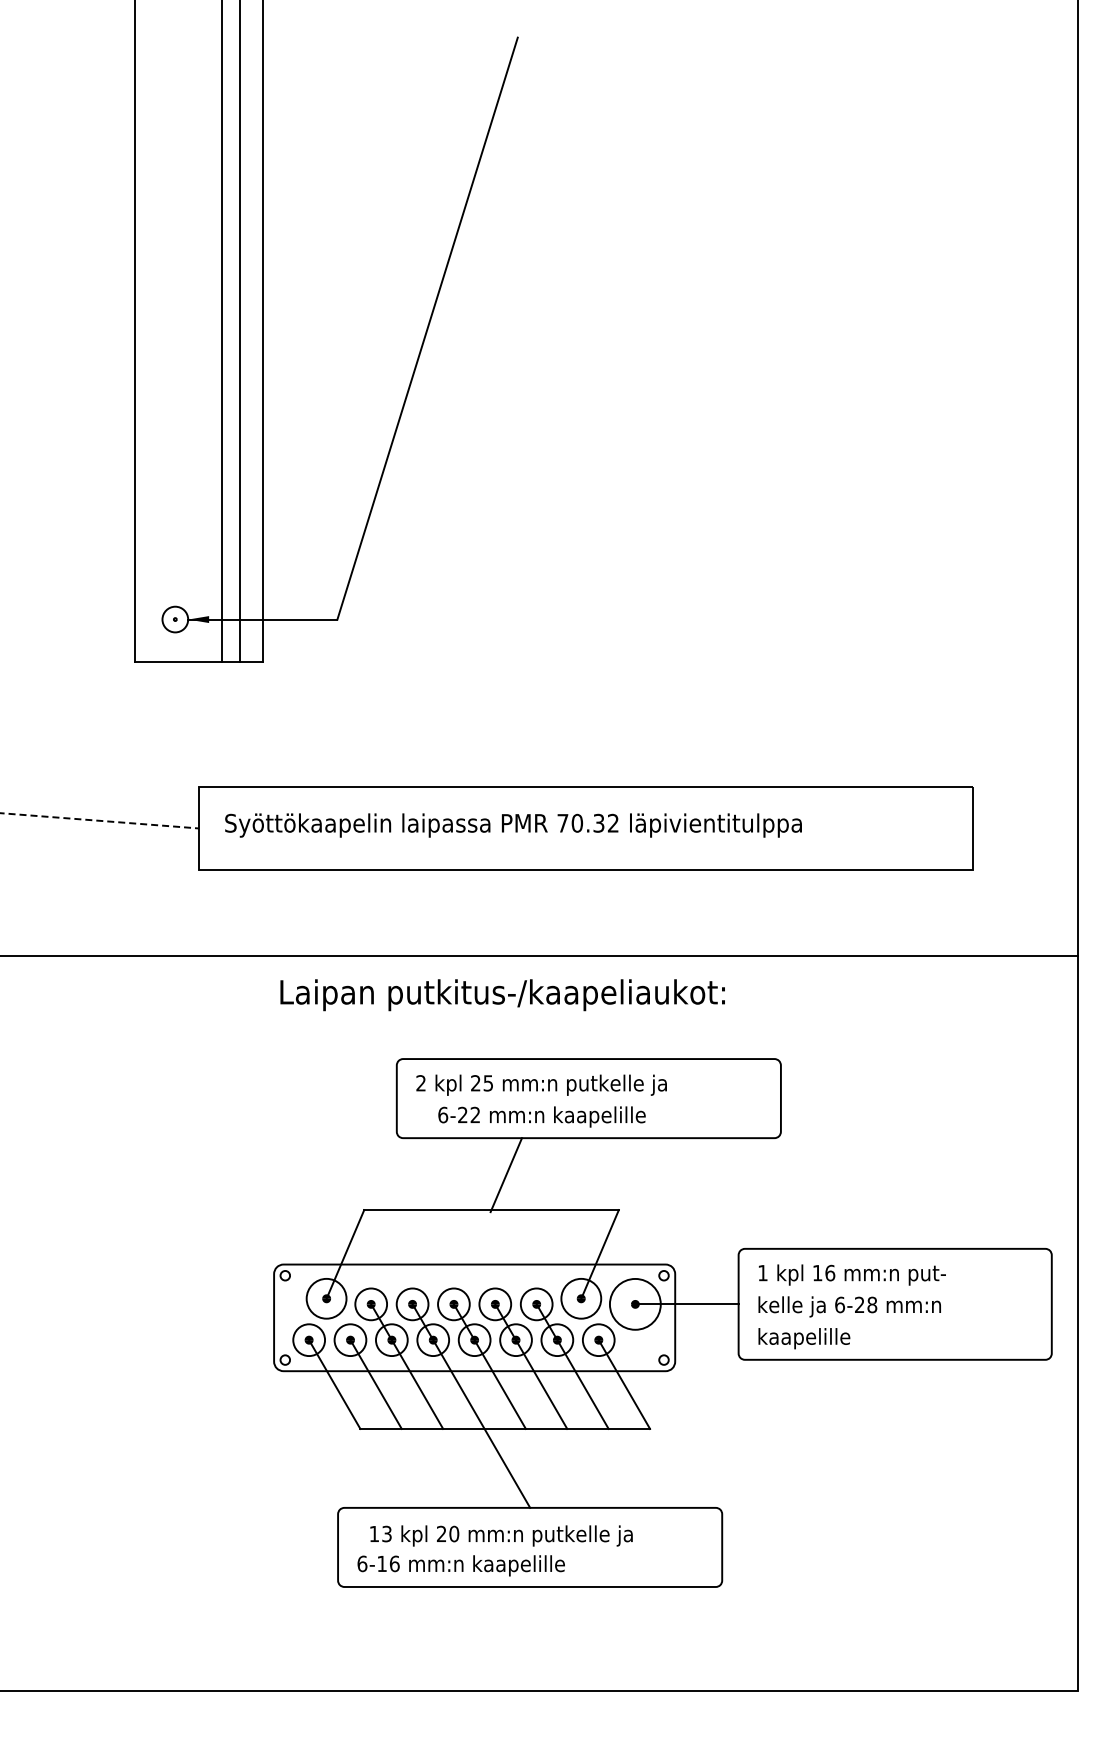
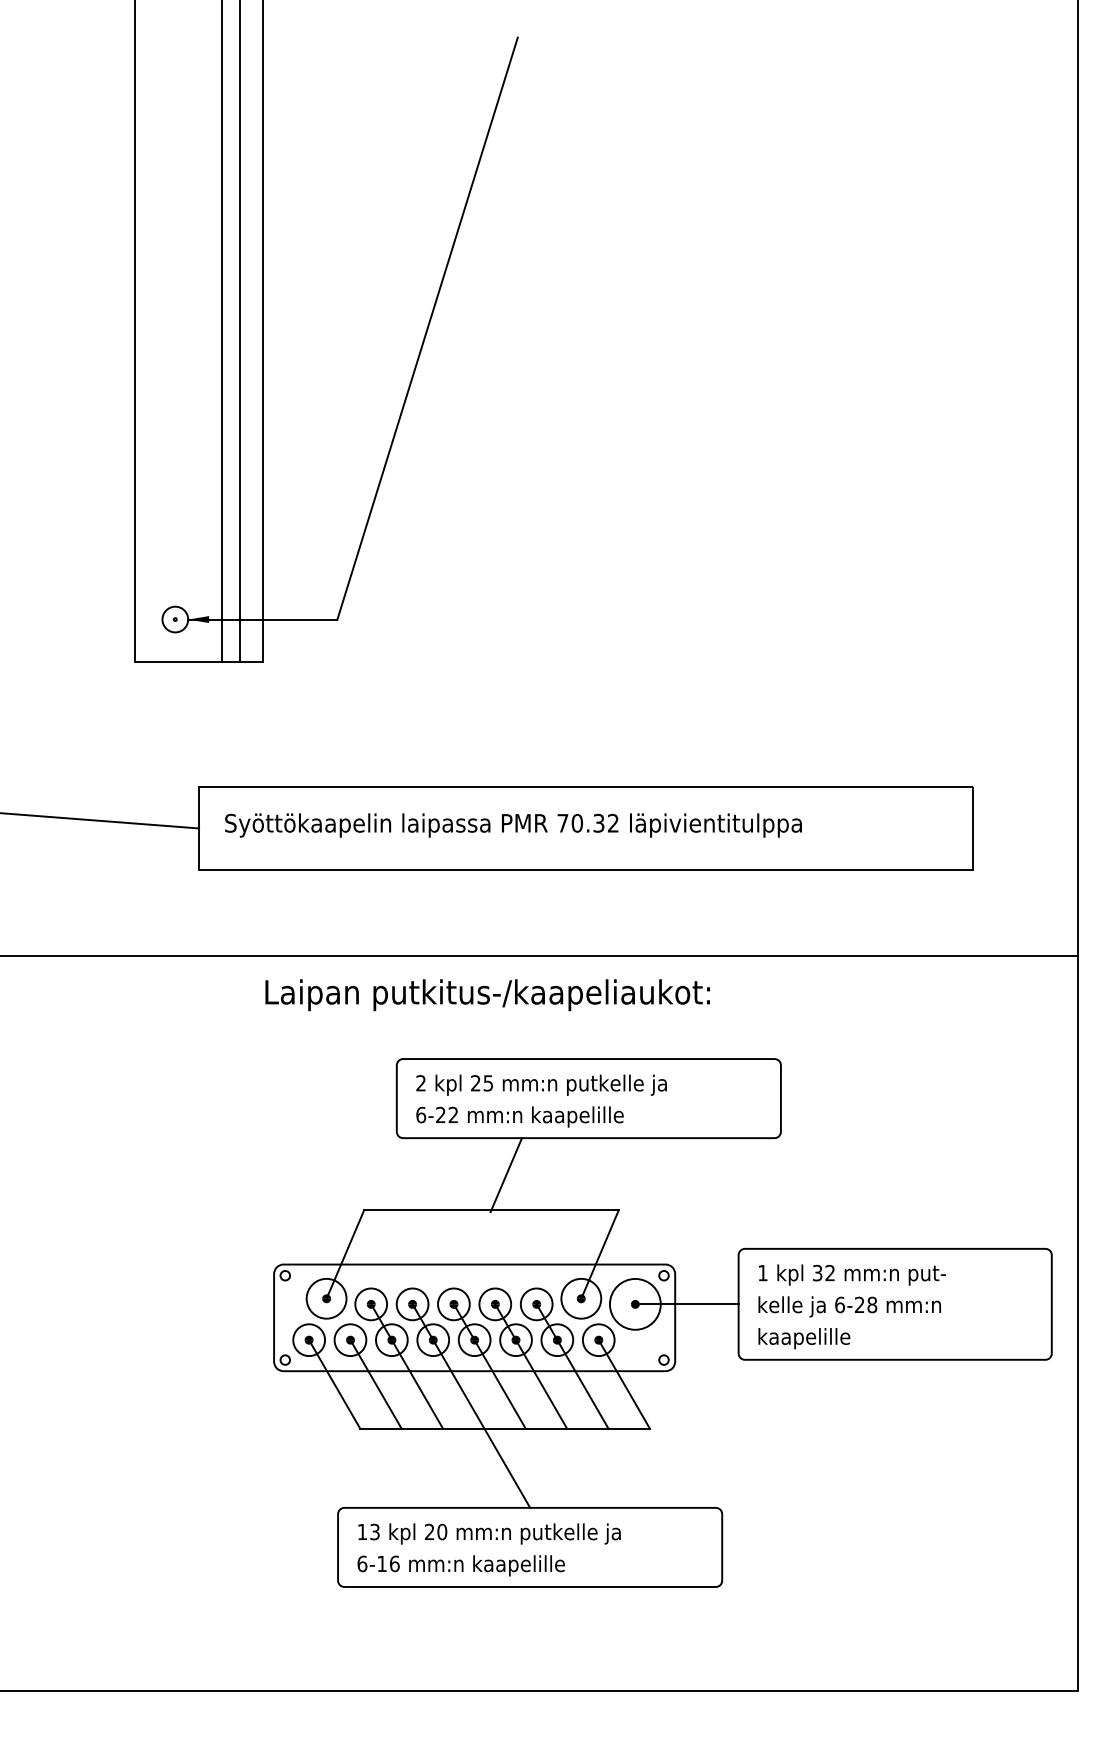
line at (99, 820): dashed -> solid
text at (502, 995) position: (502, 995) -> (487, 995)
text at (541, 1116) position: (541, 1116) -> (519, 1116)
text at (824, 1272): 16 -> 32
text at (501, 1535) position: (501, 1535) -> (489, 1533)
